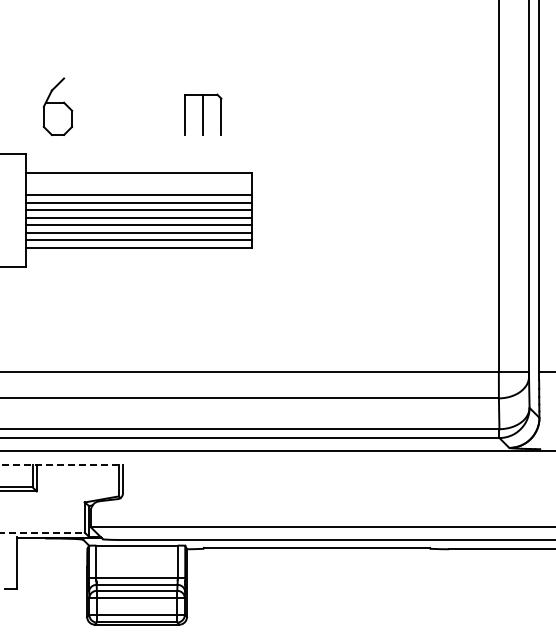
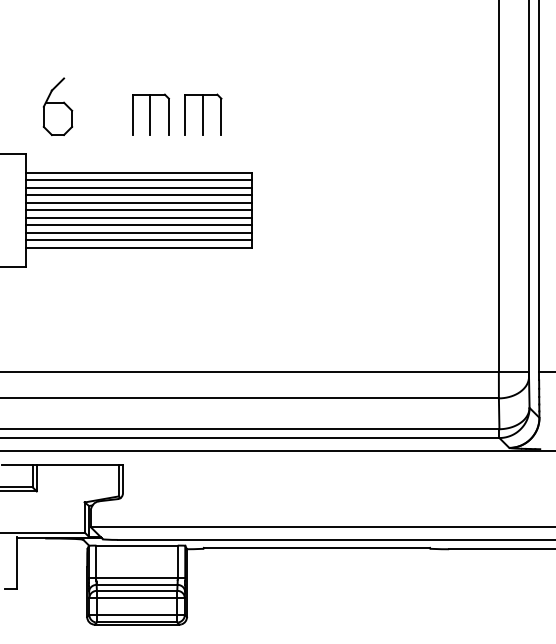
part at (150, 114): none -> present
line at (138, 180): none -> present
line at (138, 187): none -> present
line at (63, 464): dashed -> solid
line at (43, 532): dashed -> solid
